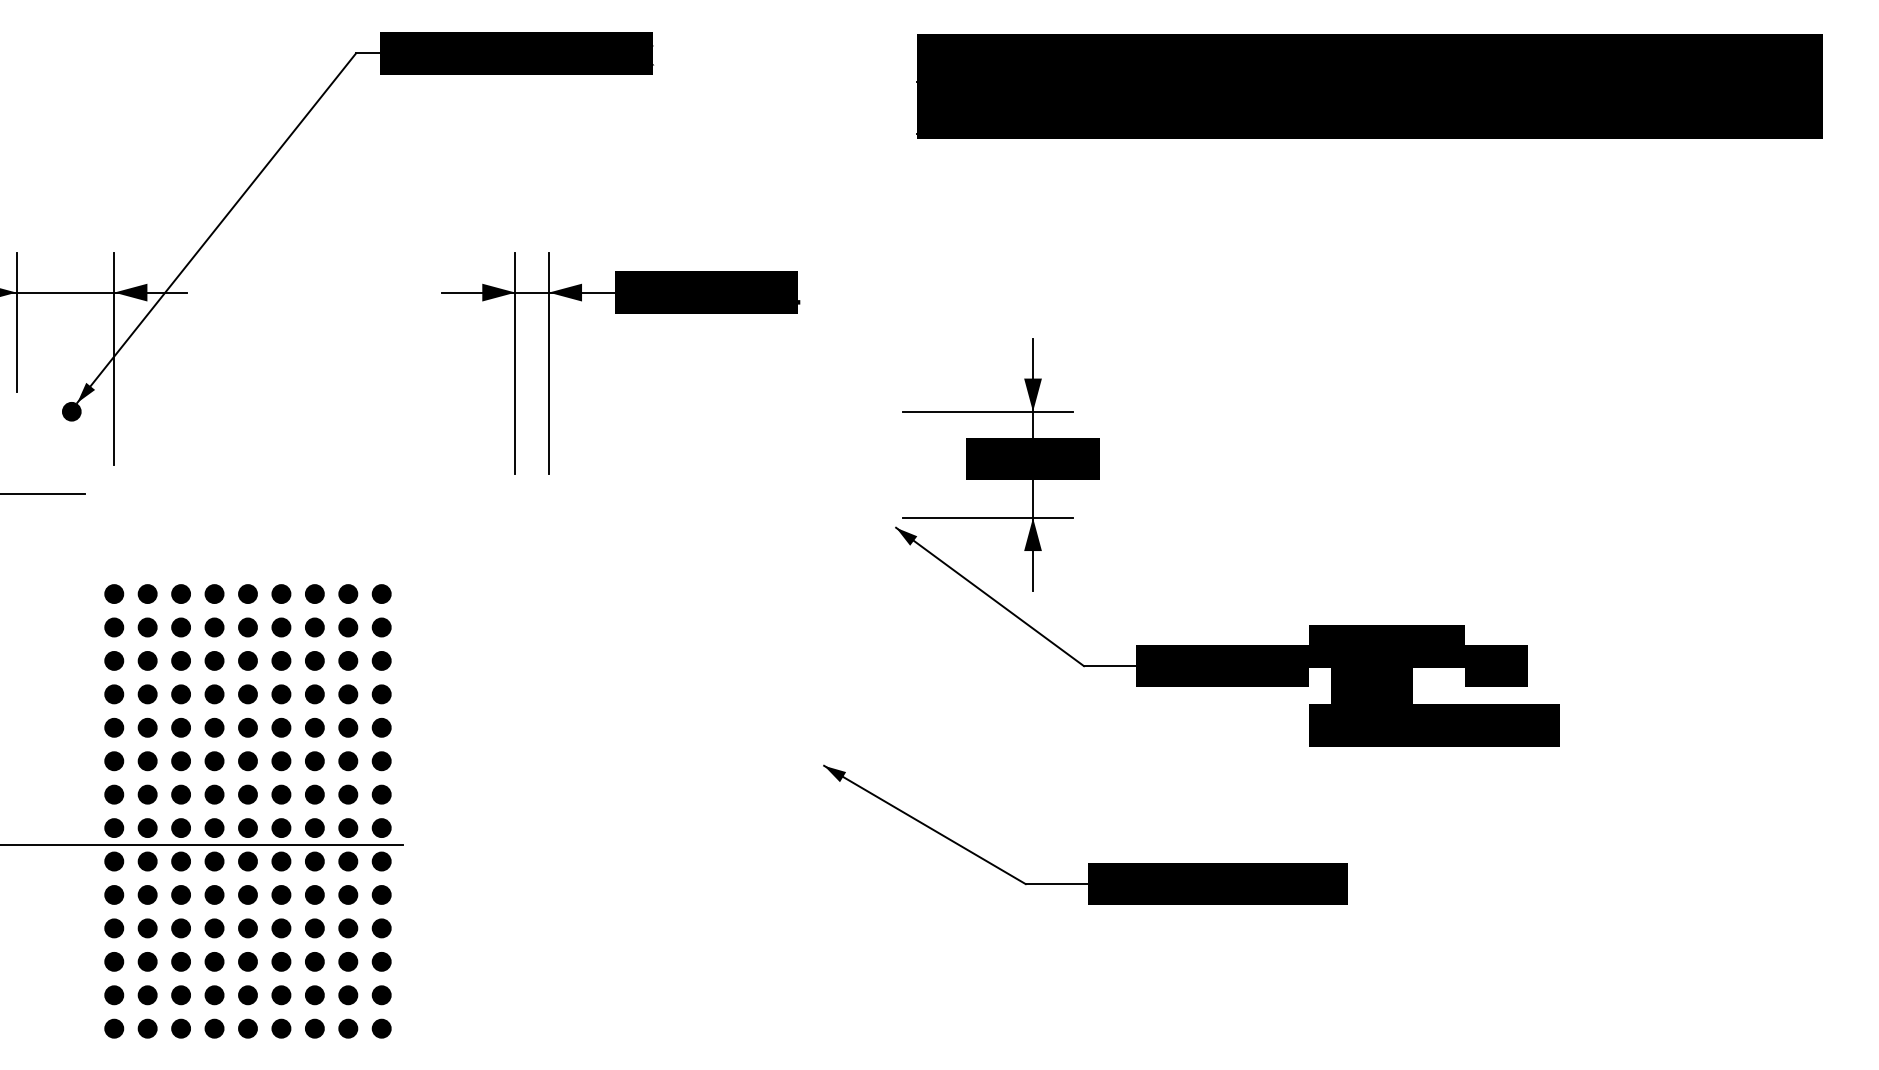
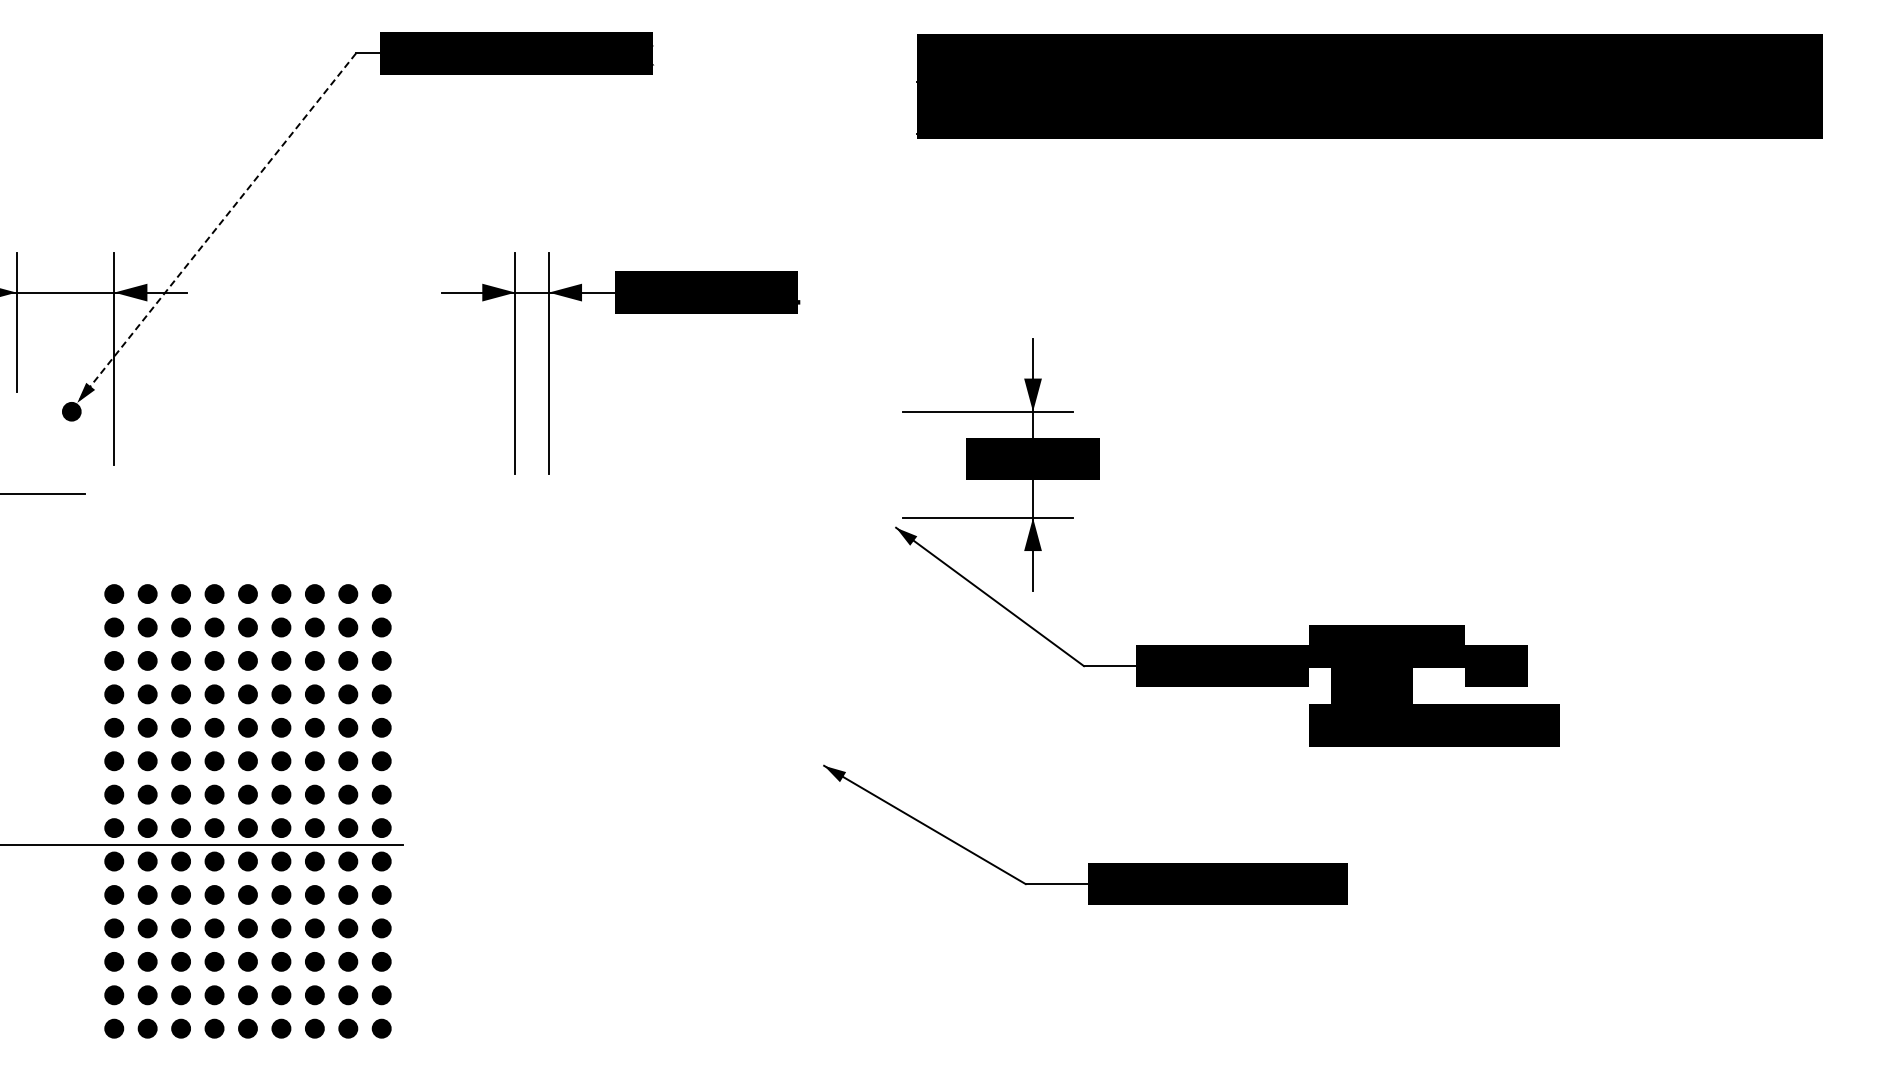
line at (216, 228): solid -> dashed
